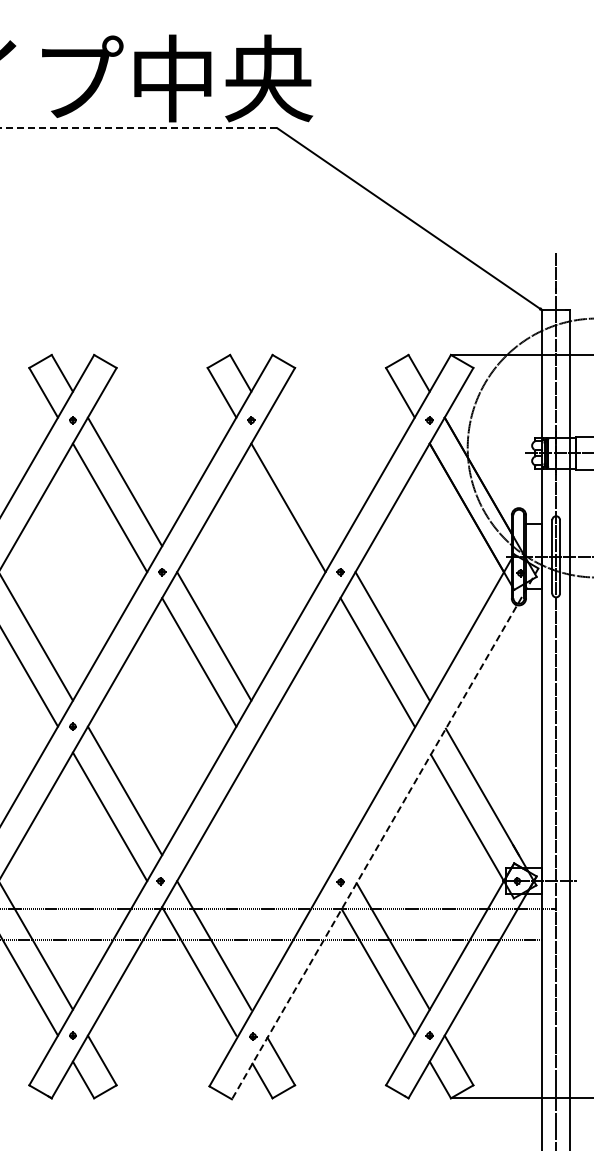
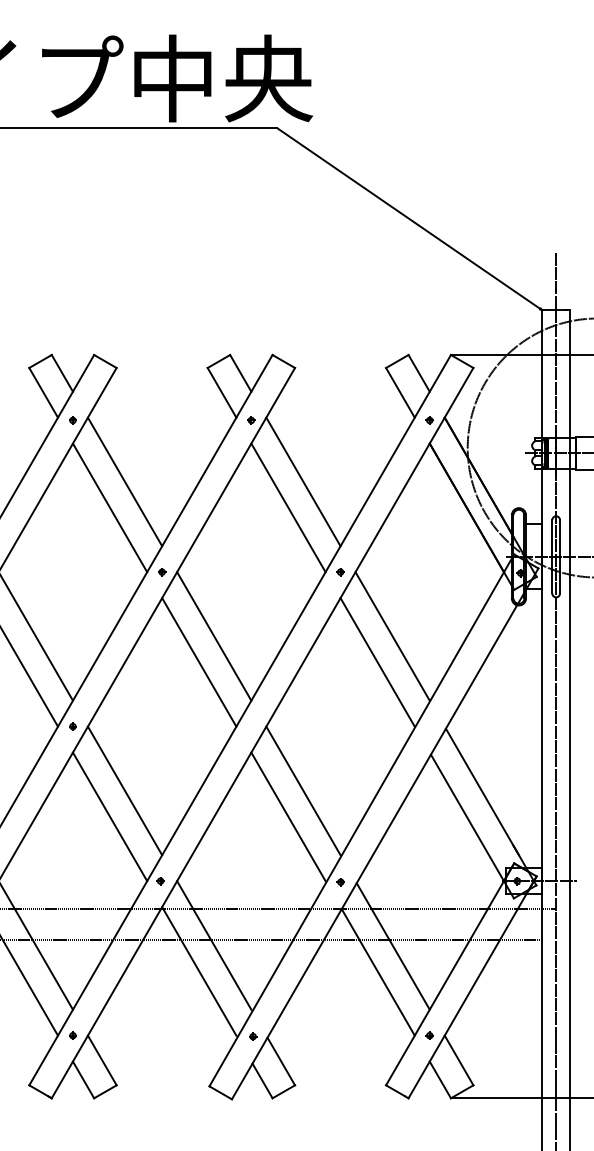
line at (138, 128): dashed -> solid
line at (303, 481): none -> present
line at (303, 790): none -> present
line at (288, 816): none -> present
line at (385, 833): dashed -> solid
